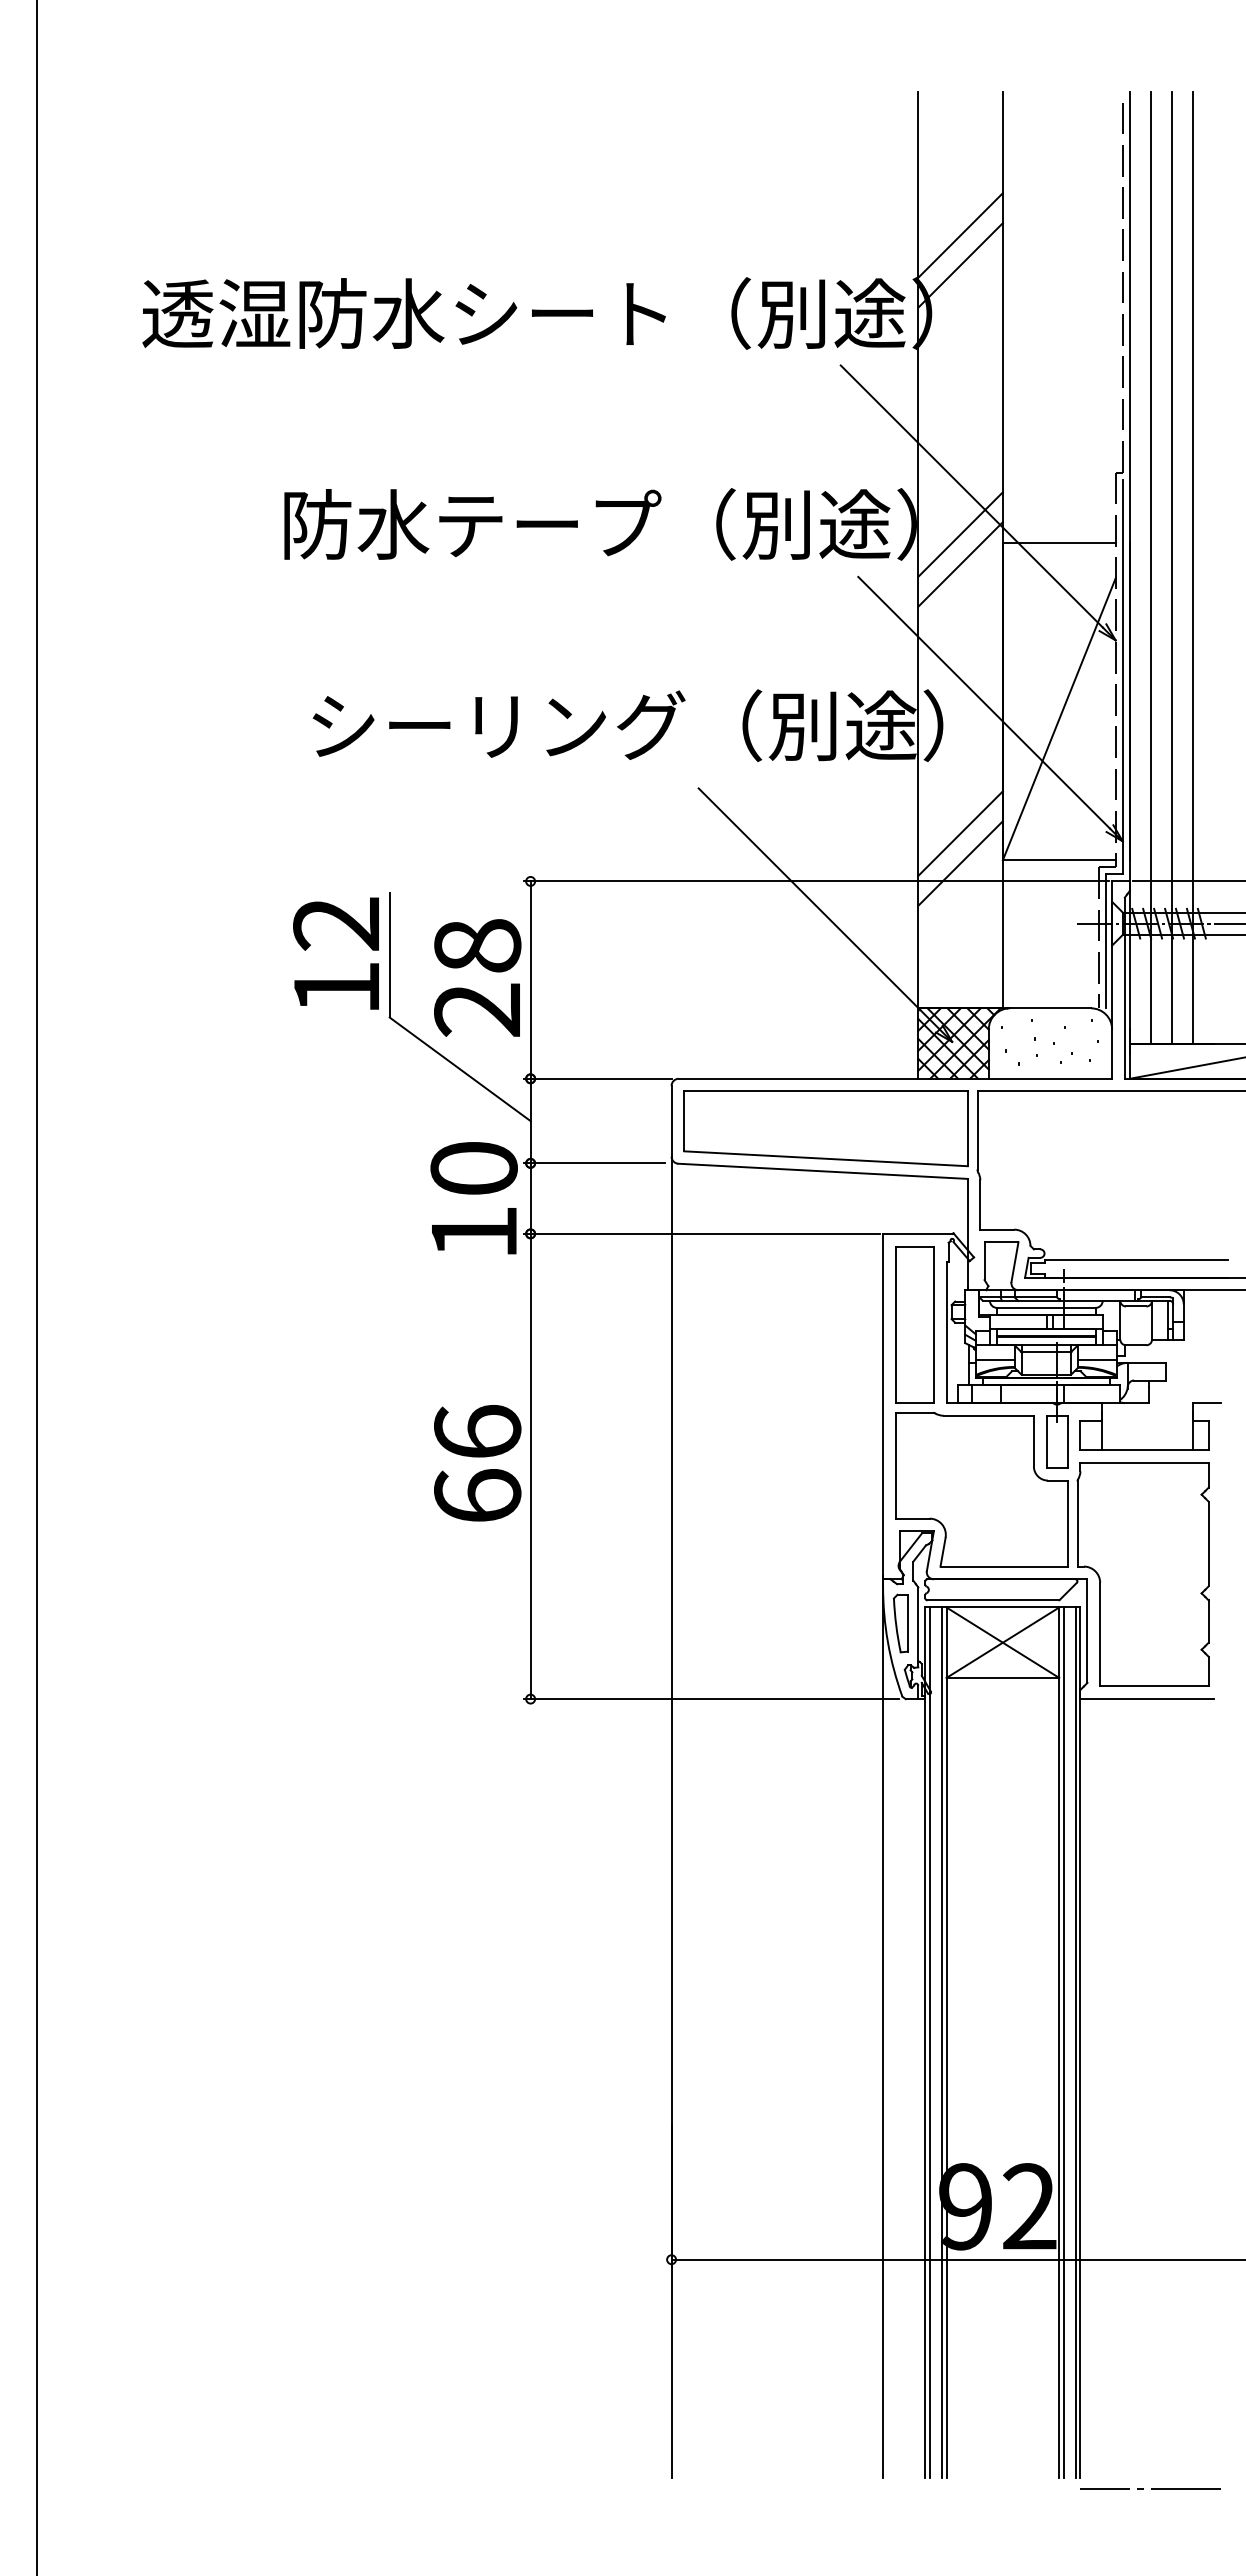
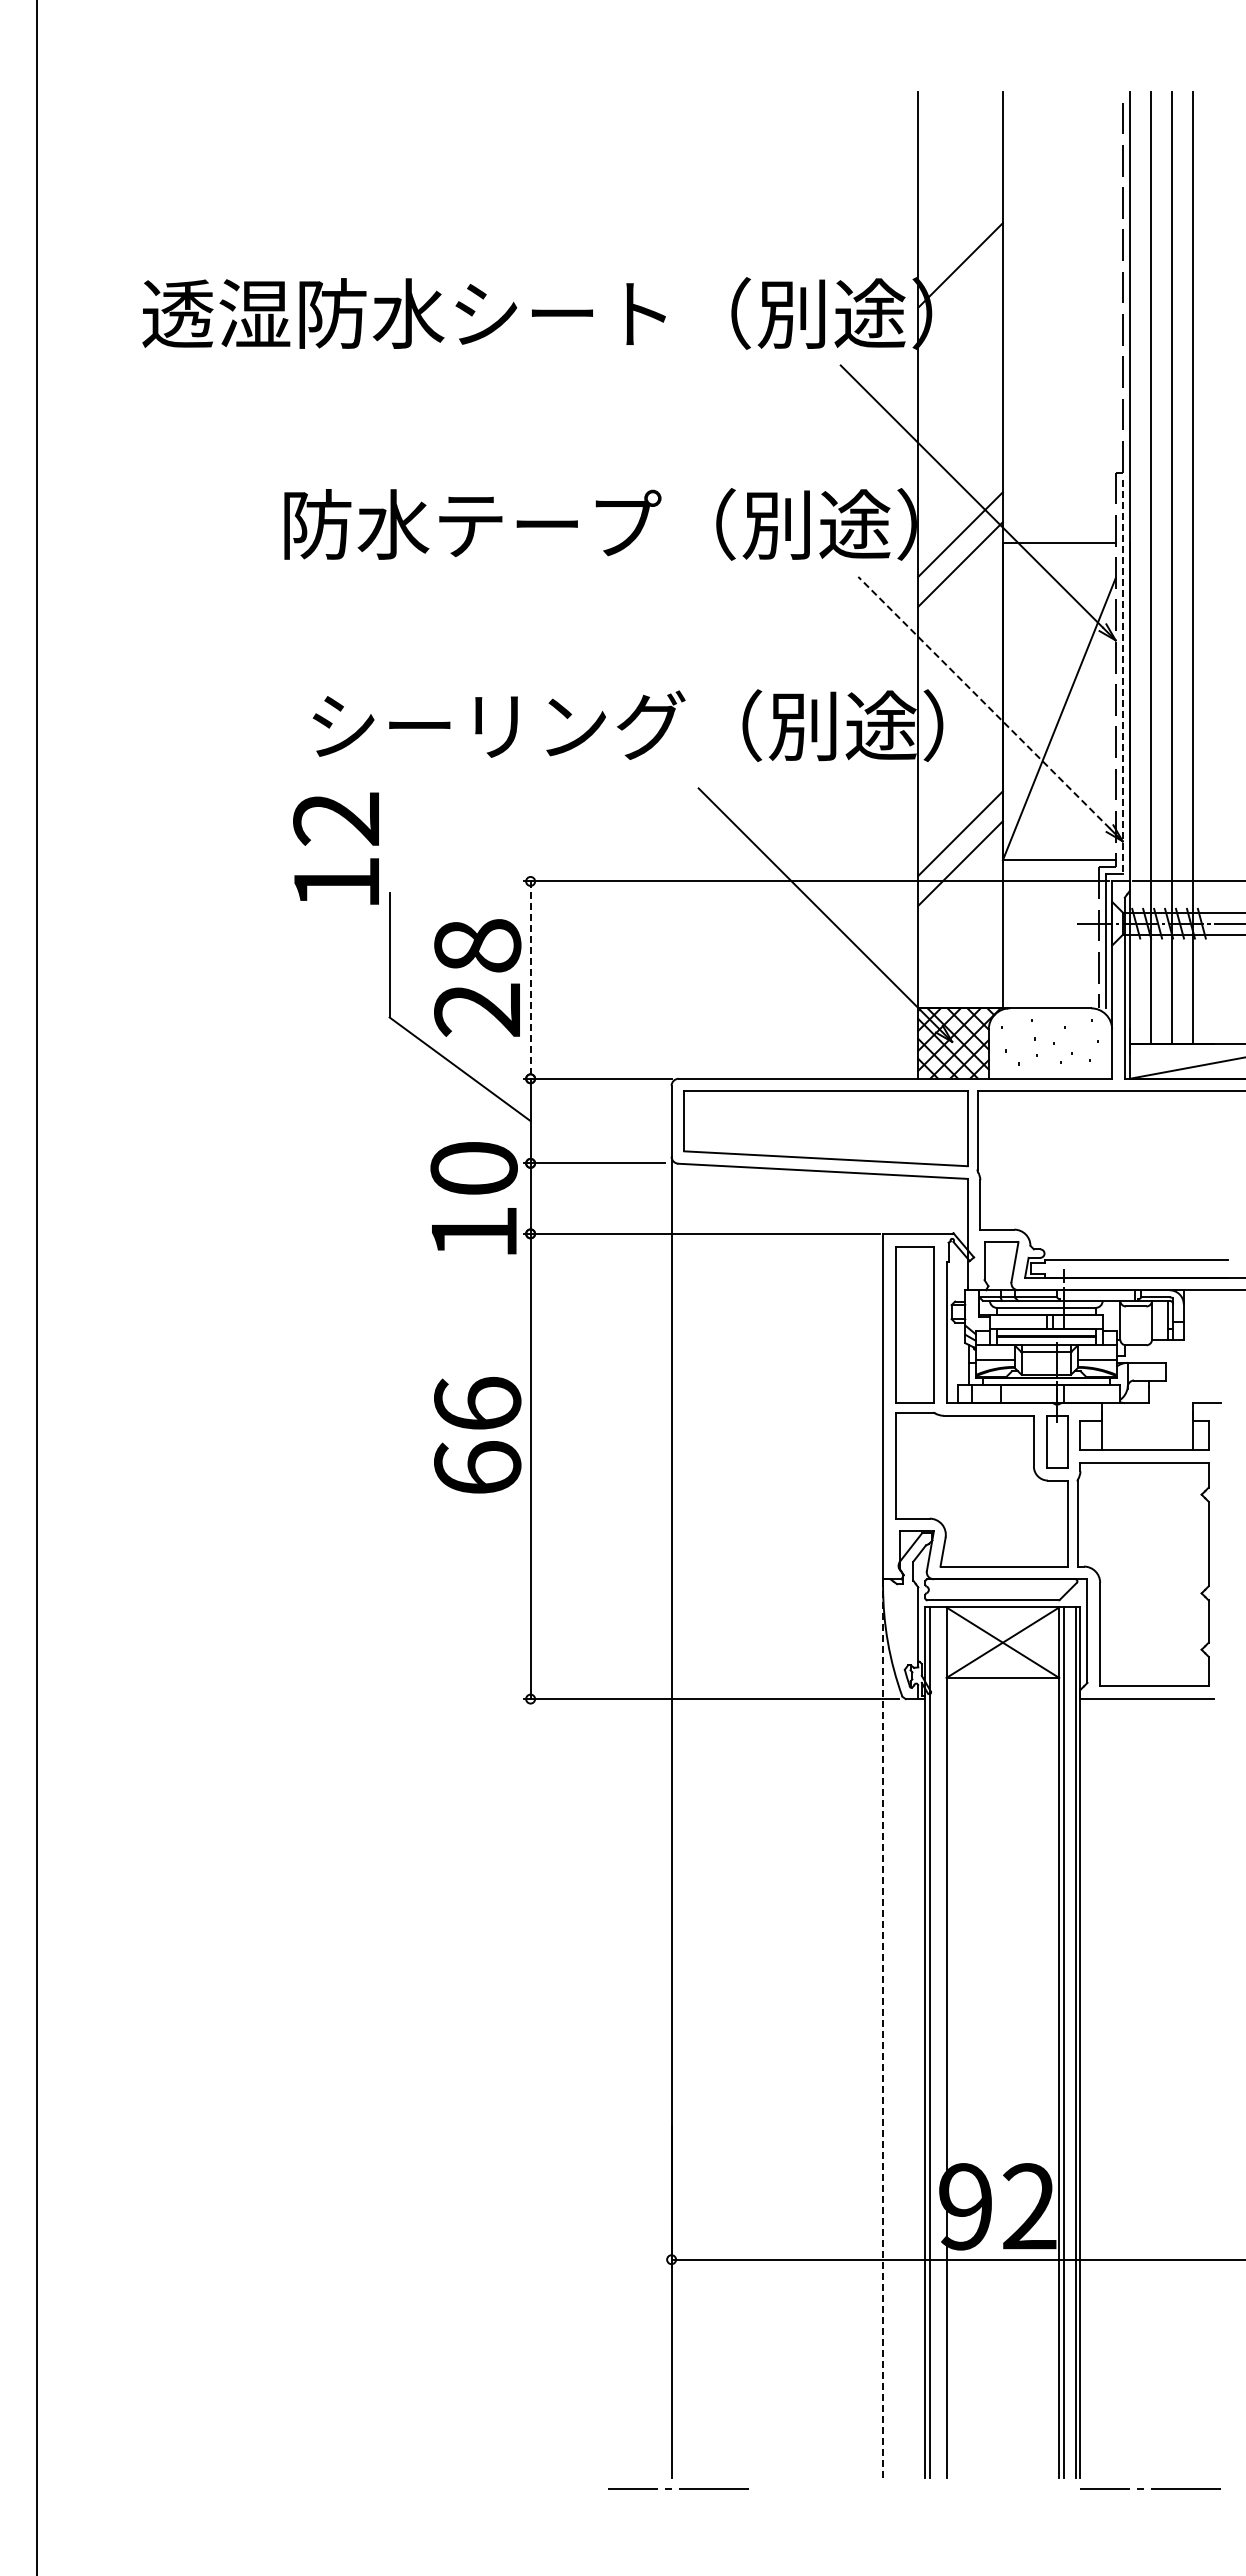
line at (960, 235): present -> none
line at (1122, 677): solid -> dashed
line at (984, 702): solid -> dashed
text at (335, 953) position: (335, 953) -> (335, 848)
line at (530, 980): solid -> dashed
text at (477, 1463) position: (477, 1463) -> (477, 1435)
part at (900, 1623): present -> none
line at (883, 2026): solid -> dashed
line at (941, 2042): present -> none
line at (679, 2488): none -> present
